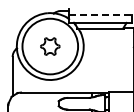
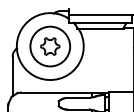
line at (102, 14): dashed -> solid
circle at (50, 46) diameter: 56 px -> 40 px
